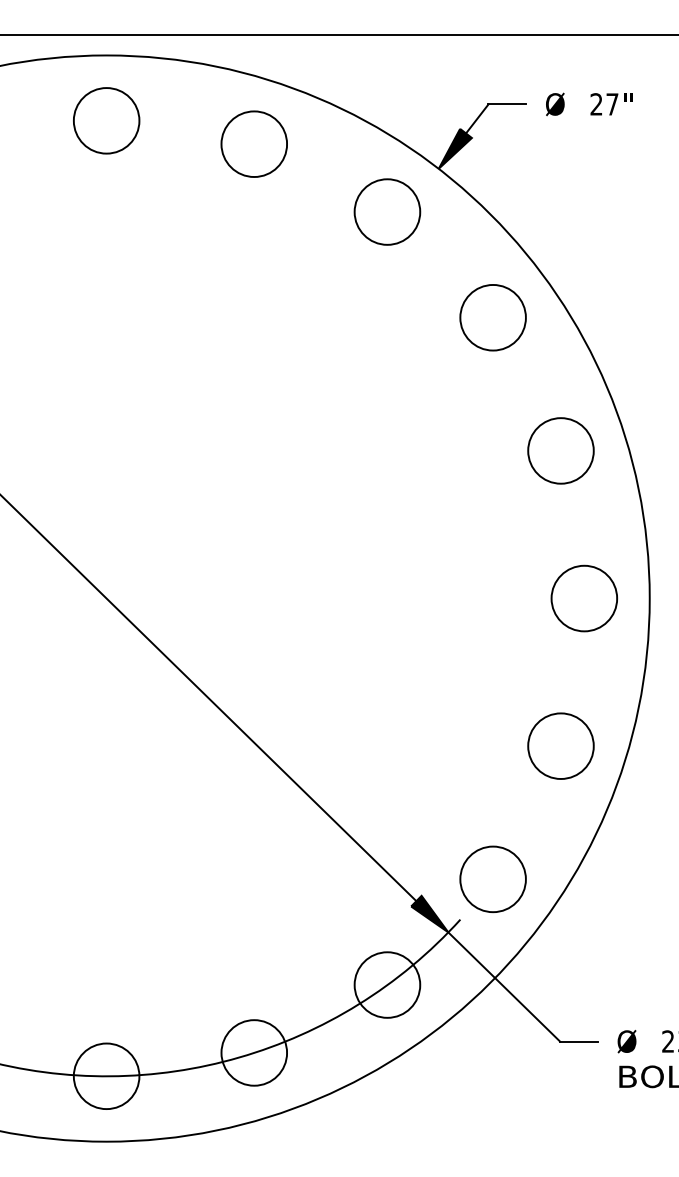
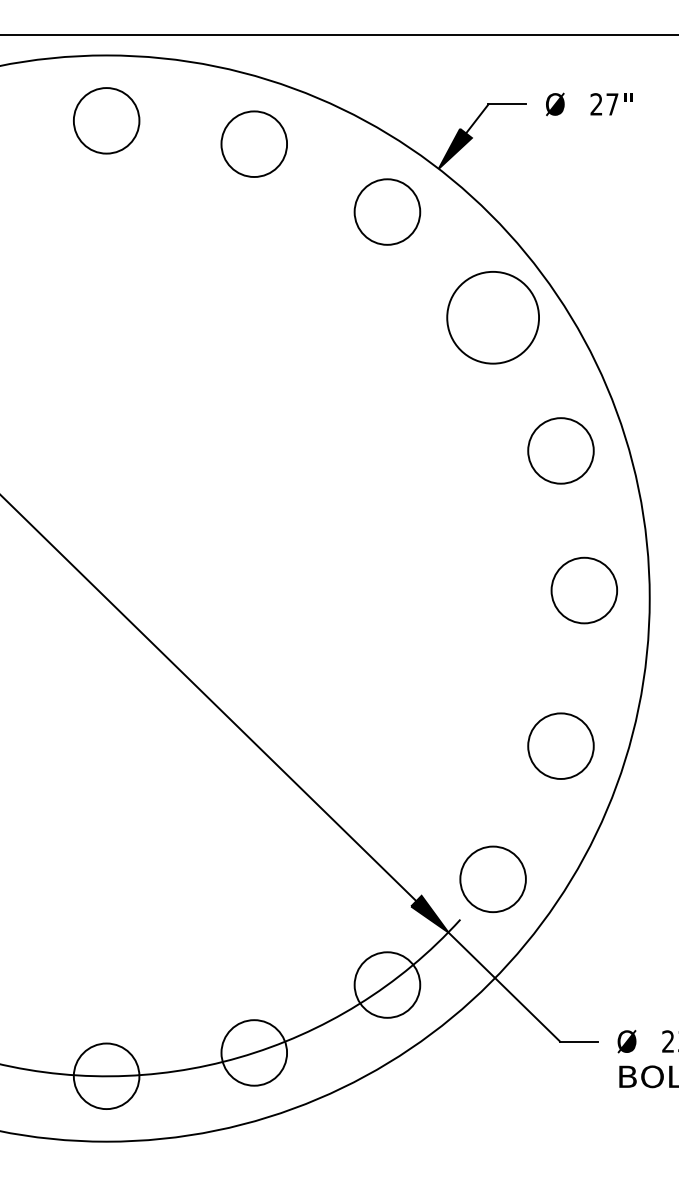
circle at (492, 317) diameter: 66 px -> 92 px
circle at (583, 598) position: (583, 598) -> (583, 590)
